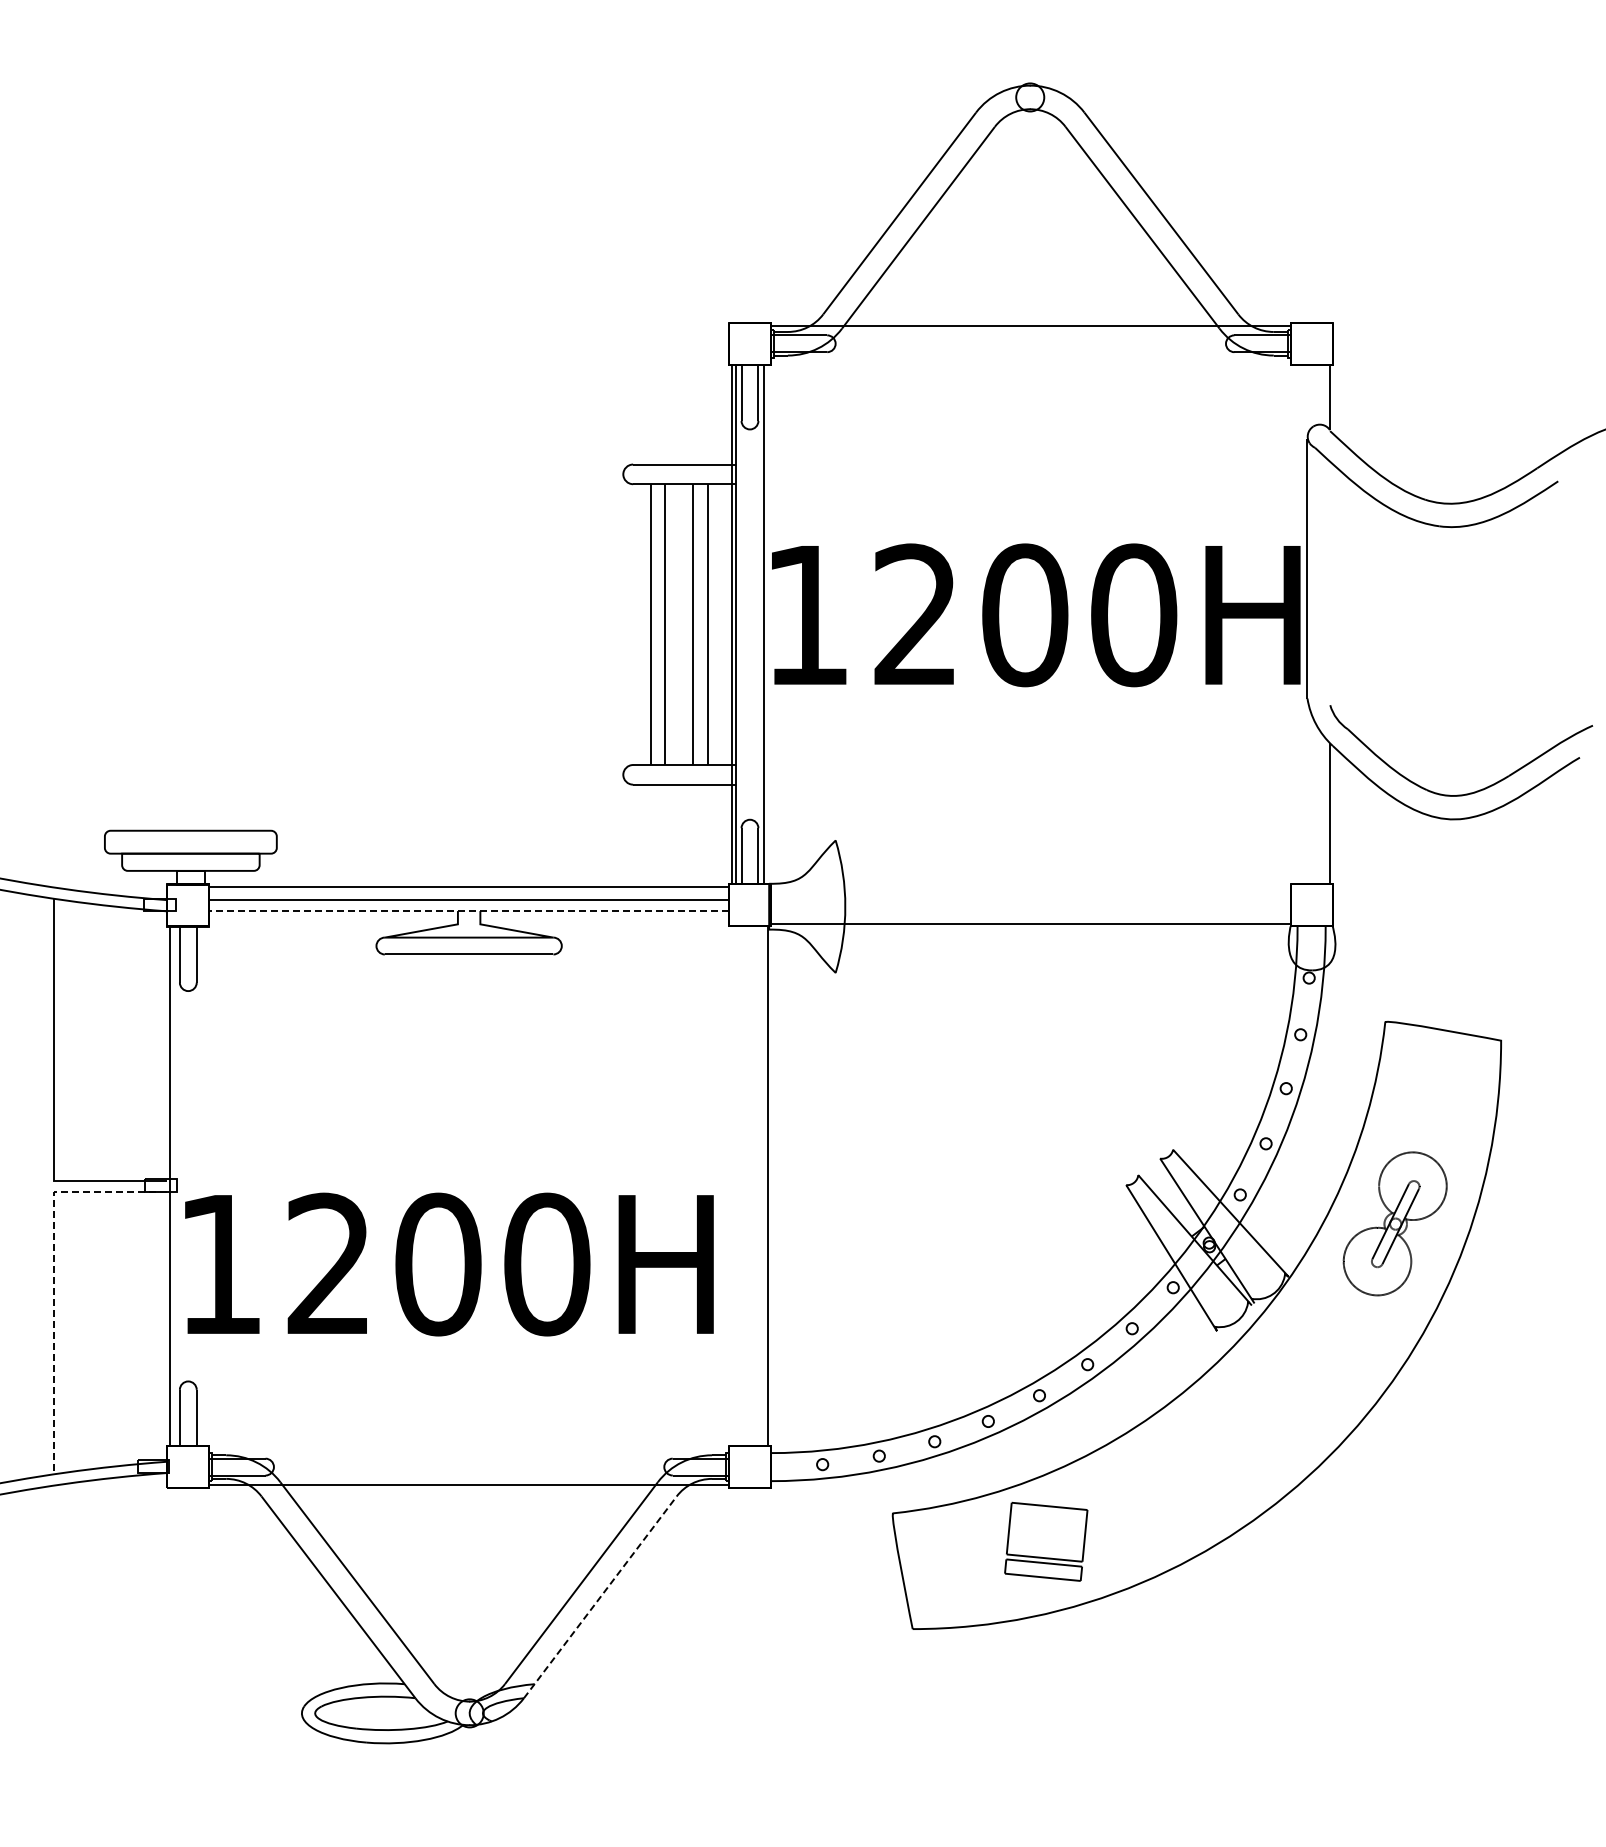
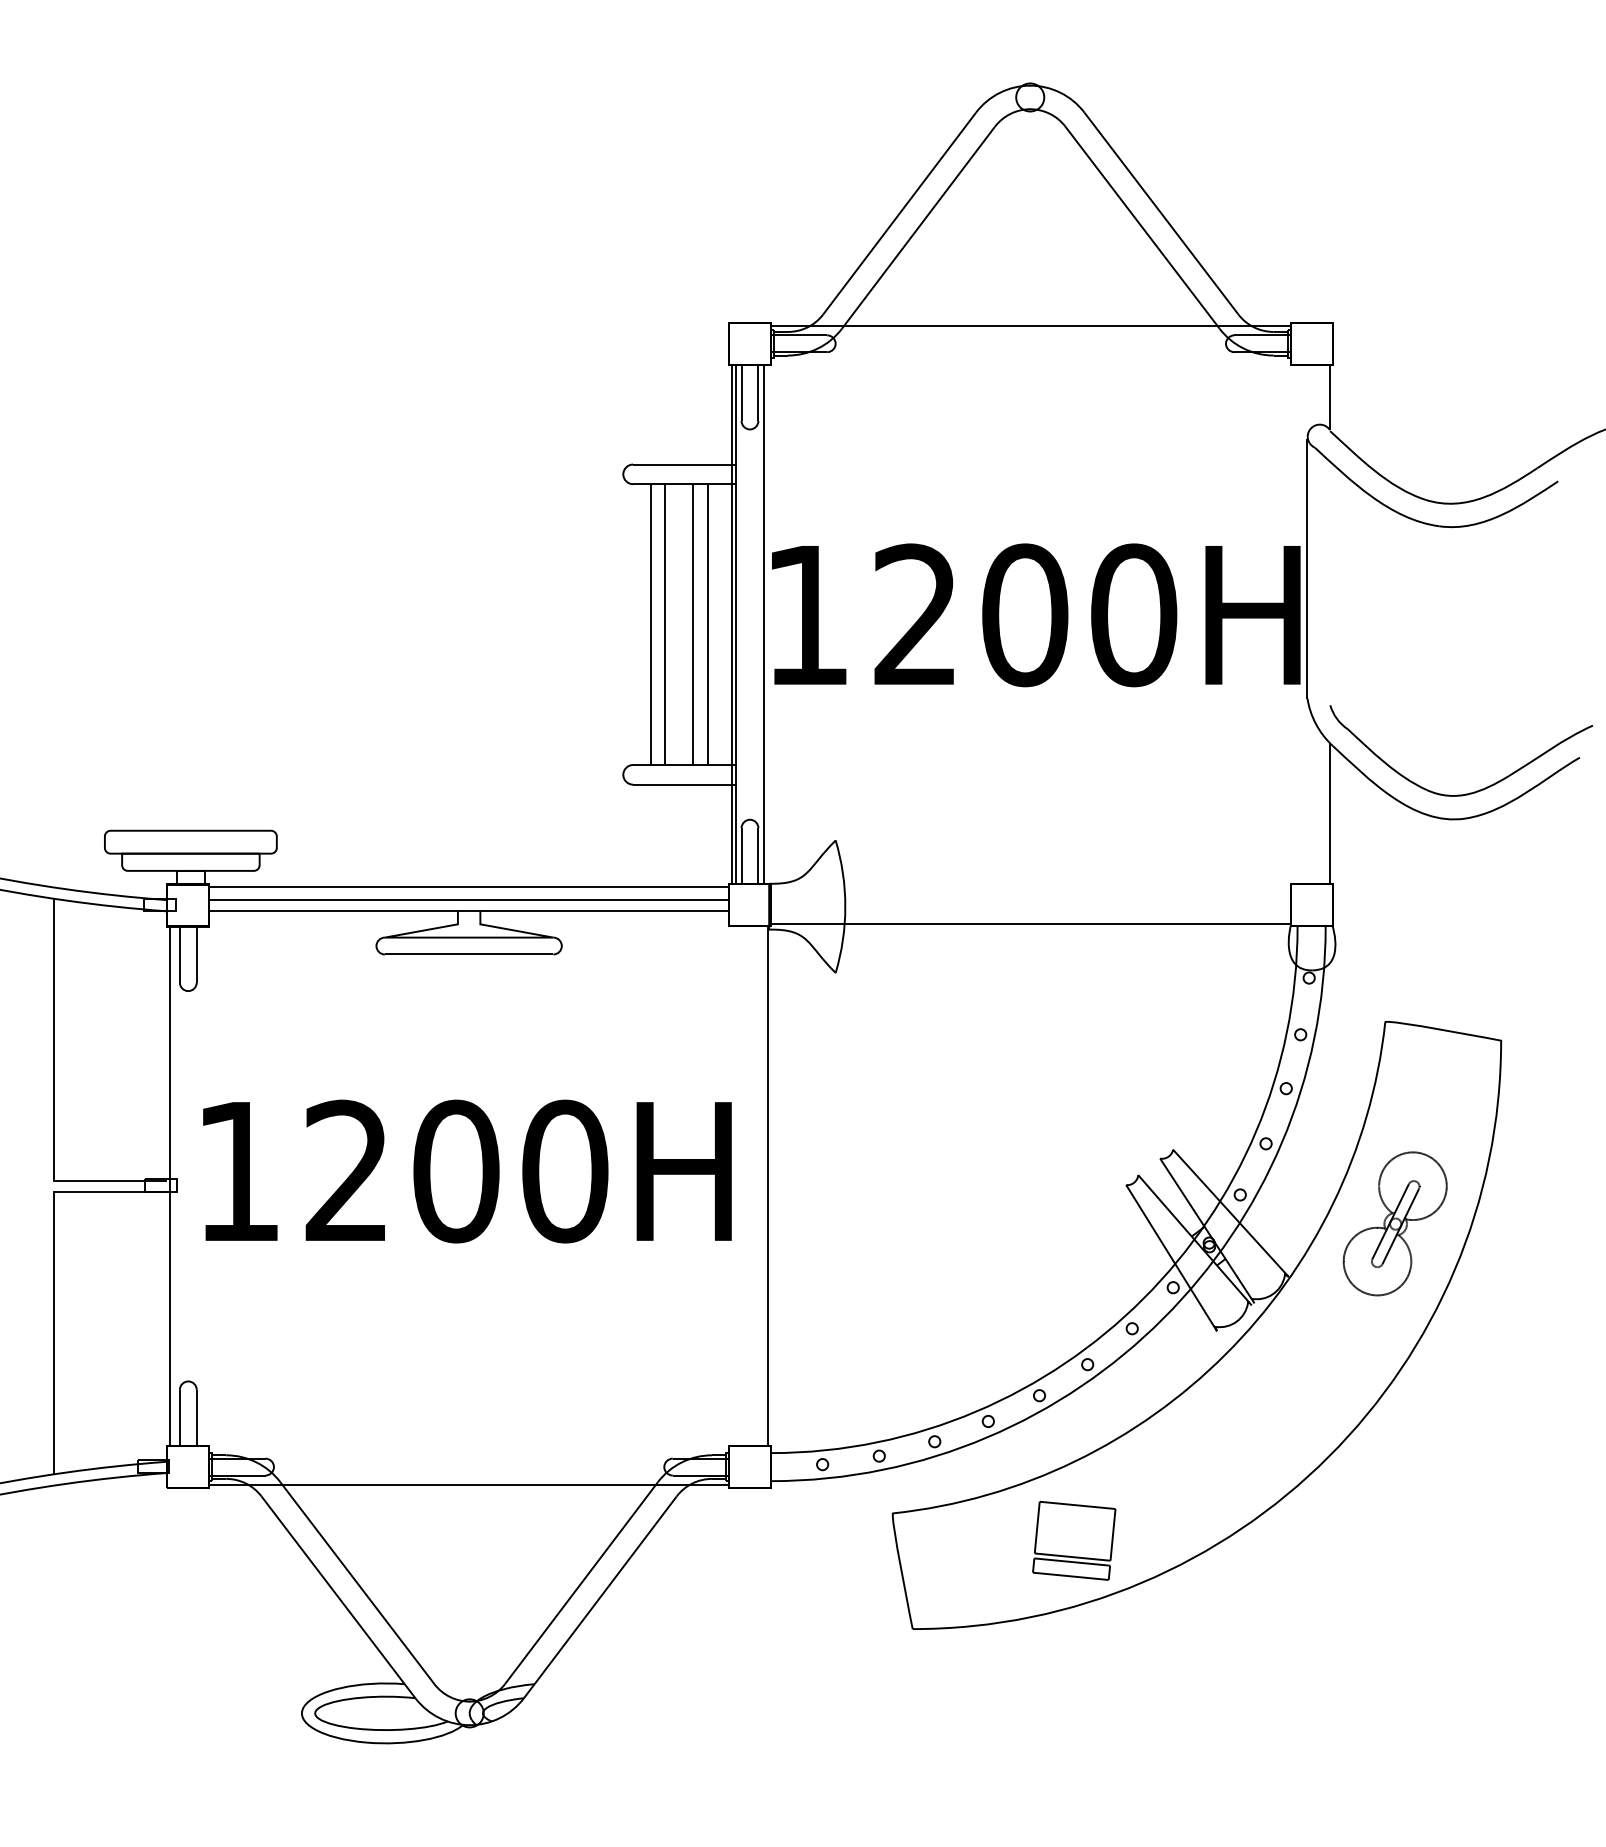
line at (469, 911): dashed -> solid
text at (449, 1264) position: (449, 1264) -> (467, 1171)
line at (53, 1276): dashed -> solid
part at (1046, 1541) position: (1046, 1541) -> (1074, 1540)
line at (600, 1597): dashed -> solid
